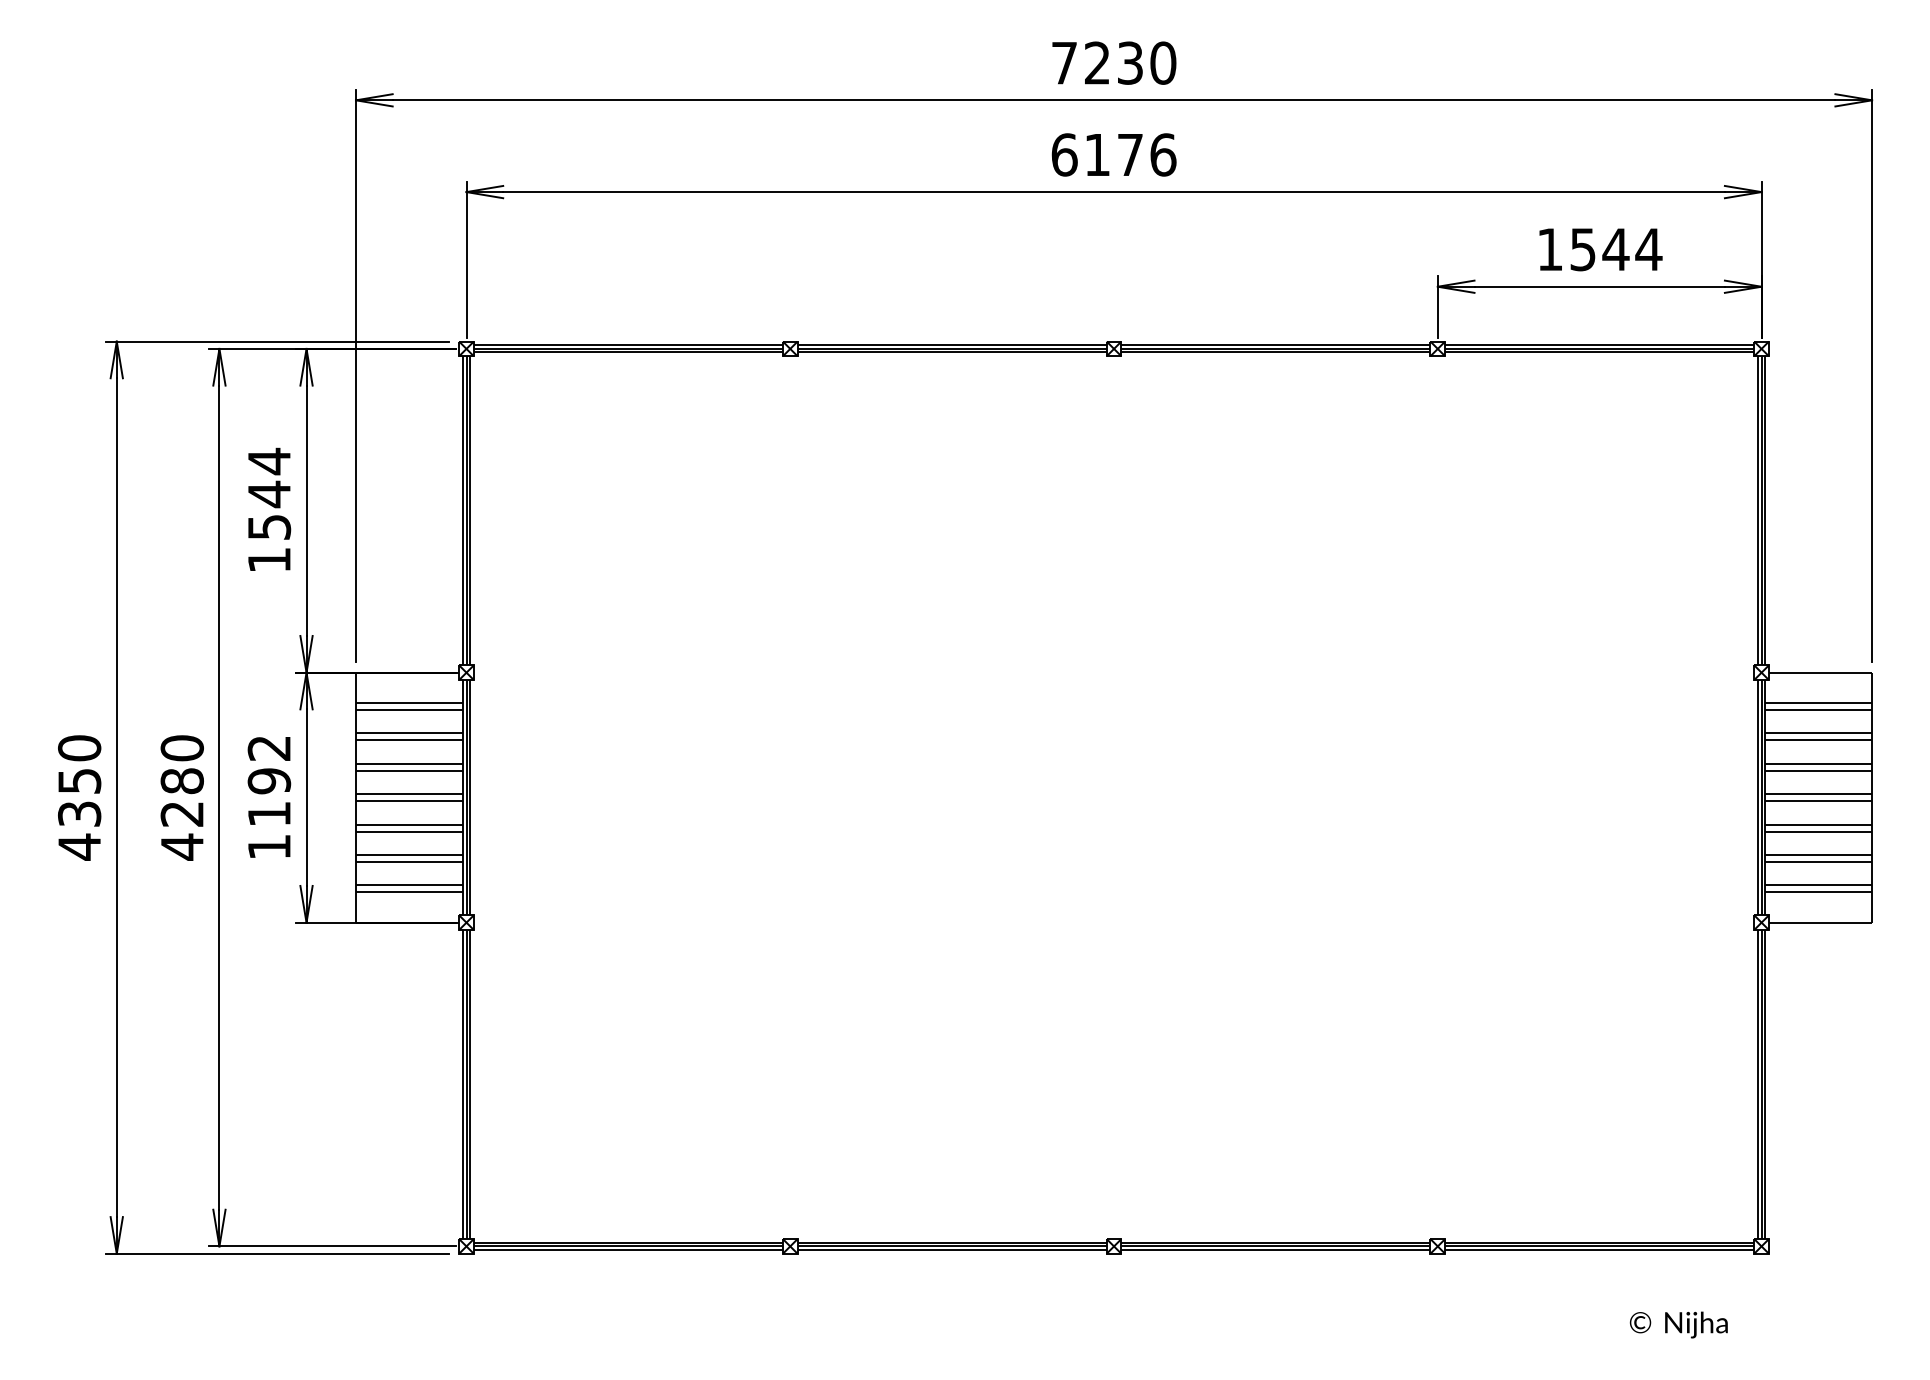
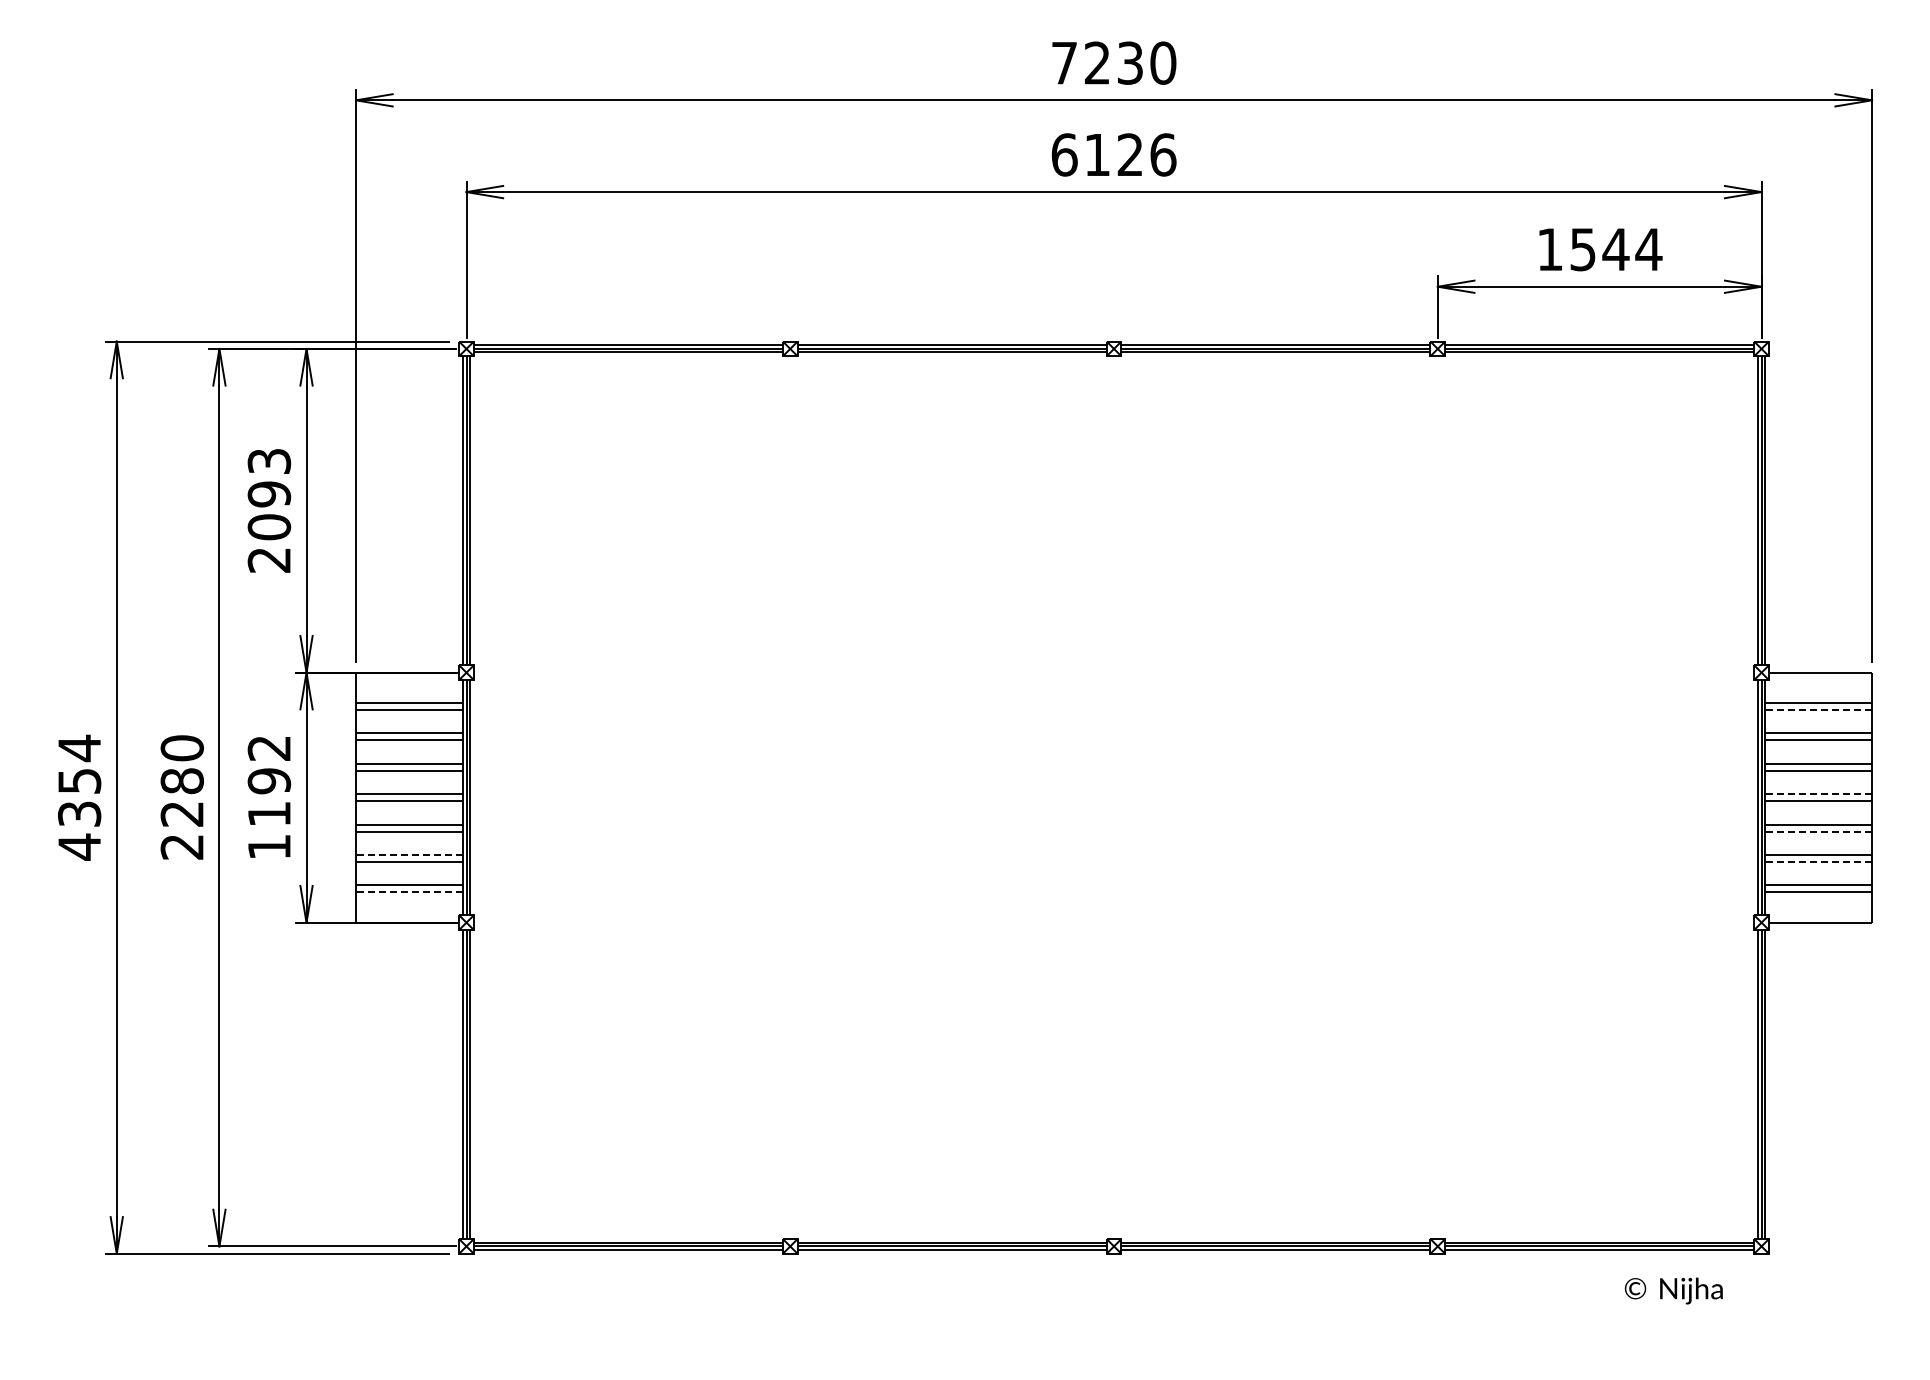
text at (1129, 154): 6176 -> 6126
text at (269, 509): 1544 -> 2093
line at (1818, 710): solid -> dashed
text at (79, 748): 4350 -> 4354
line at (1818, 794): solid -> dashed
line at (1818, 831): solid -> dashed
text at (181, 846): 4280 -> 2280
line at (408, 854): solid -> dashed
line at (1818, 862): solid -> dashed
line at (408, 892): solid -> dashed
text at (1678, 1324) position: (1678, 1324) -> (1673, 1290)
